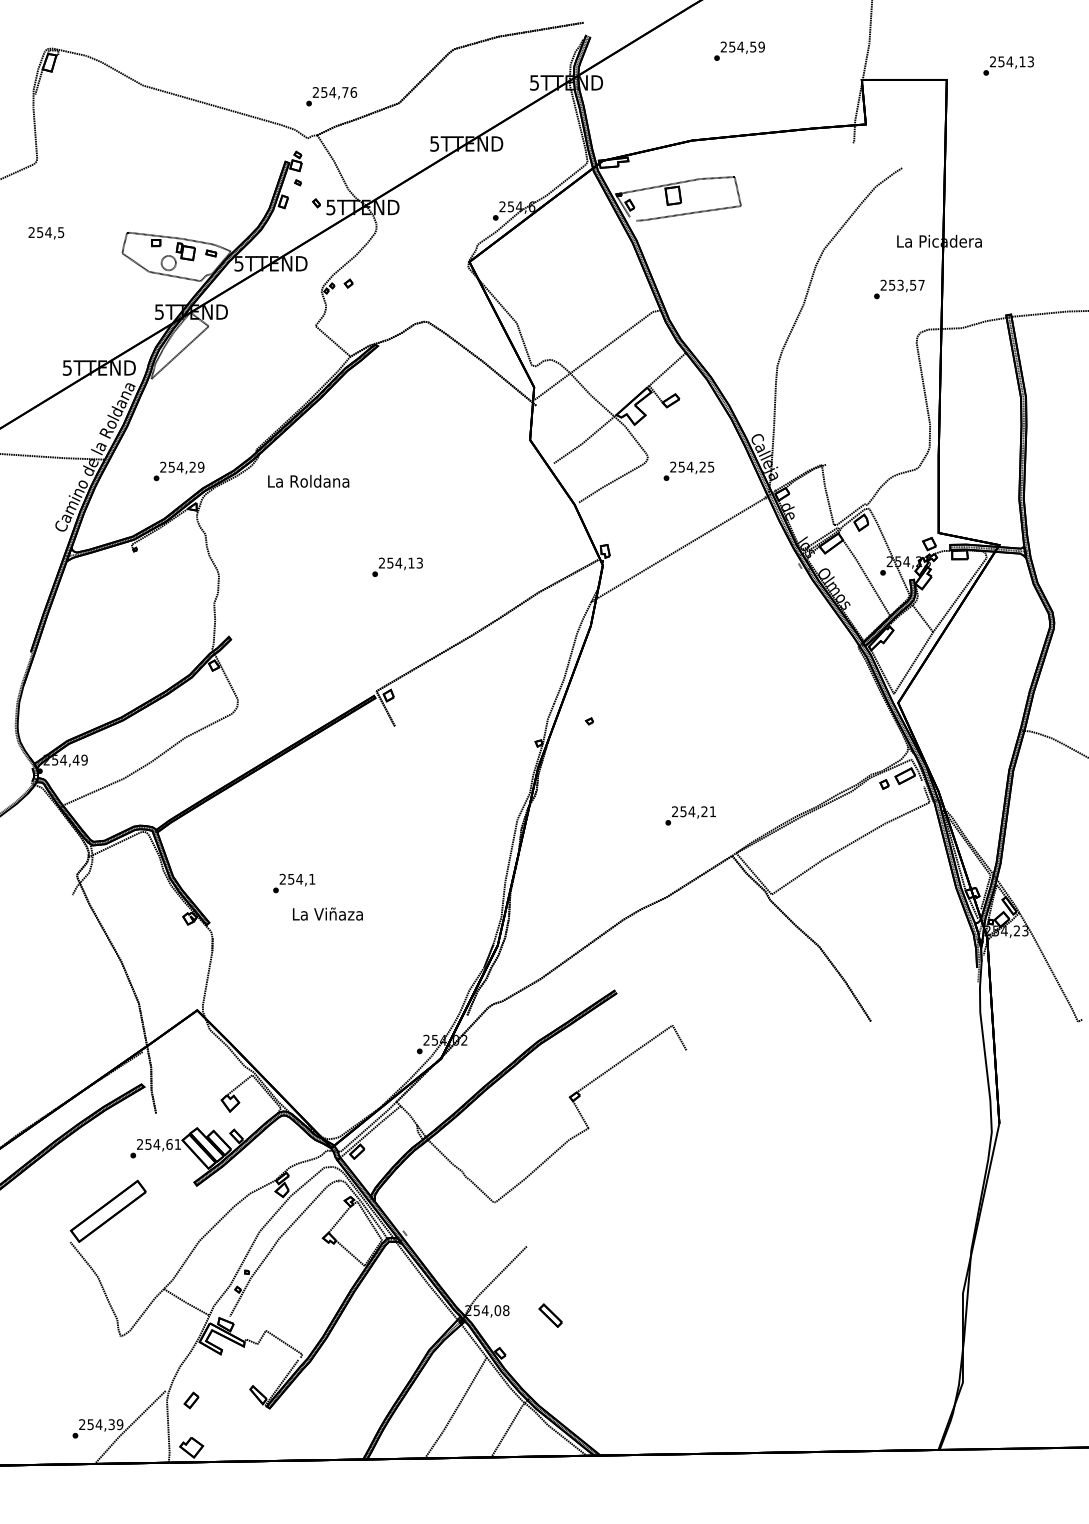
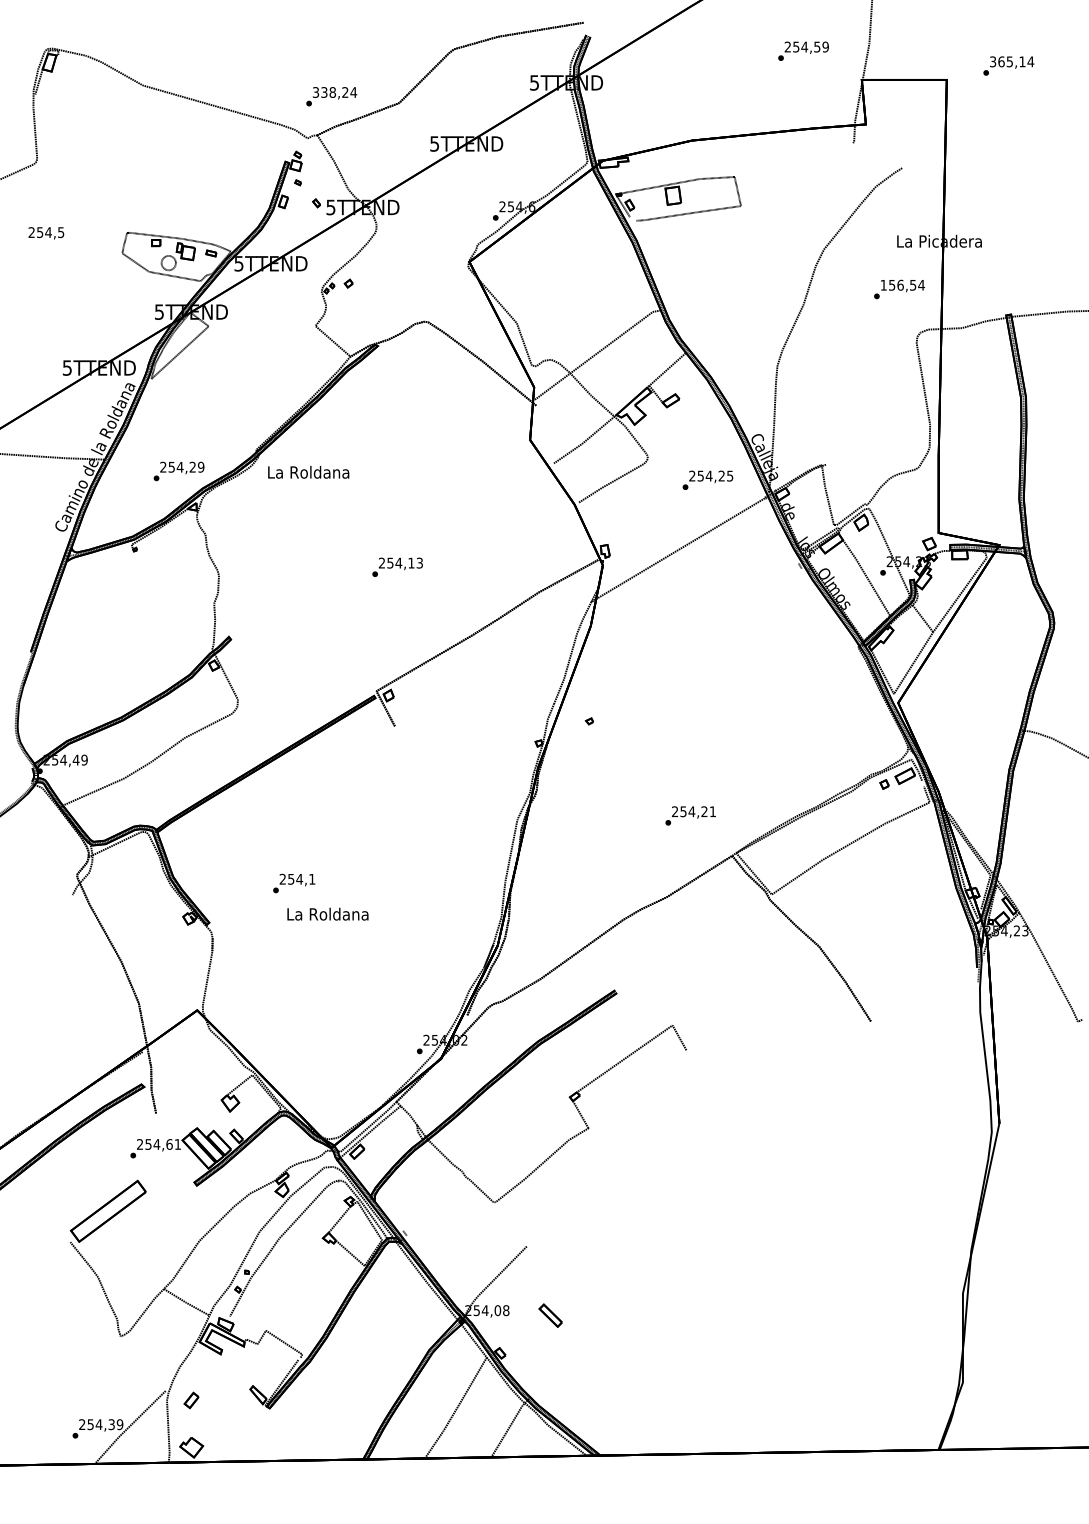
text at (739, 50) position: (739, 50) -> (803, 50)
text at (1012, 61): 254,13 -> 365,14
text at (334, 92): 254,76 -> 338,24
text at (902, 284): 253,57 -> 156,54
text at (688, 470) position: (688, 470) -> (707, 479)
text at (308, 480) position: (308, 480) -> (308, 471)
text at (327, 913): La Viñaza -> La Roldana
